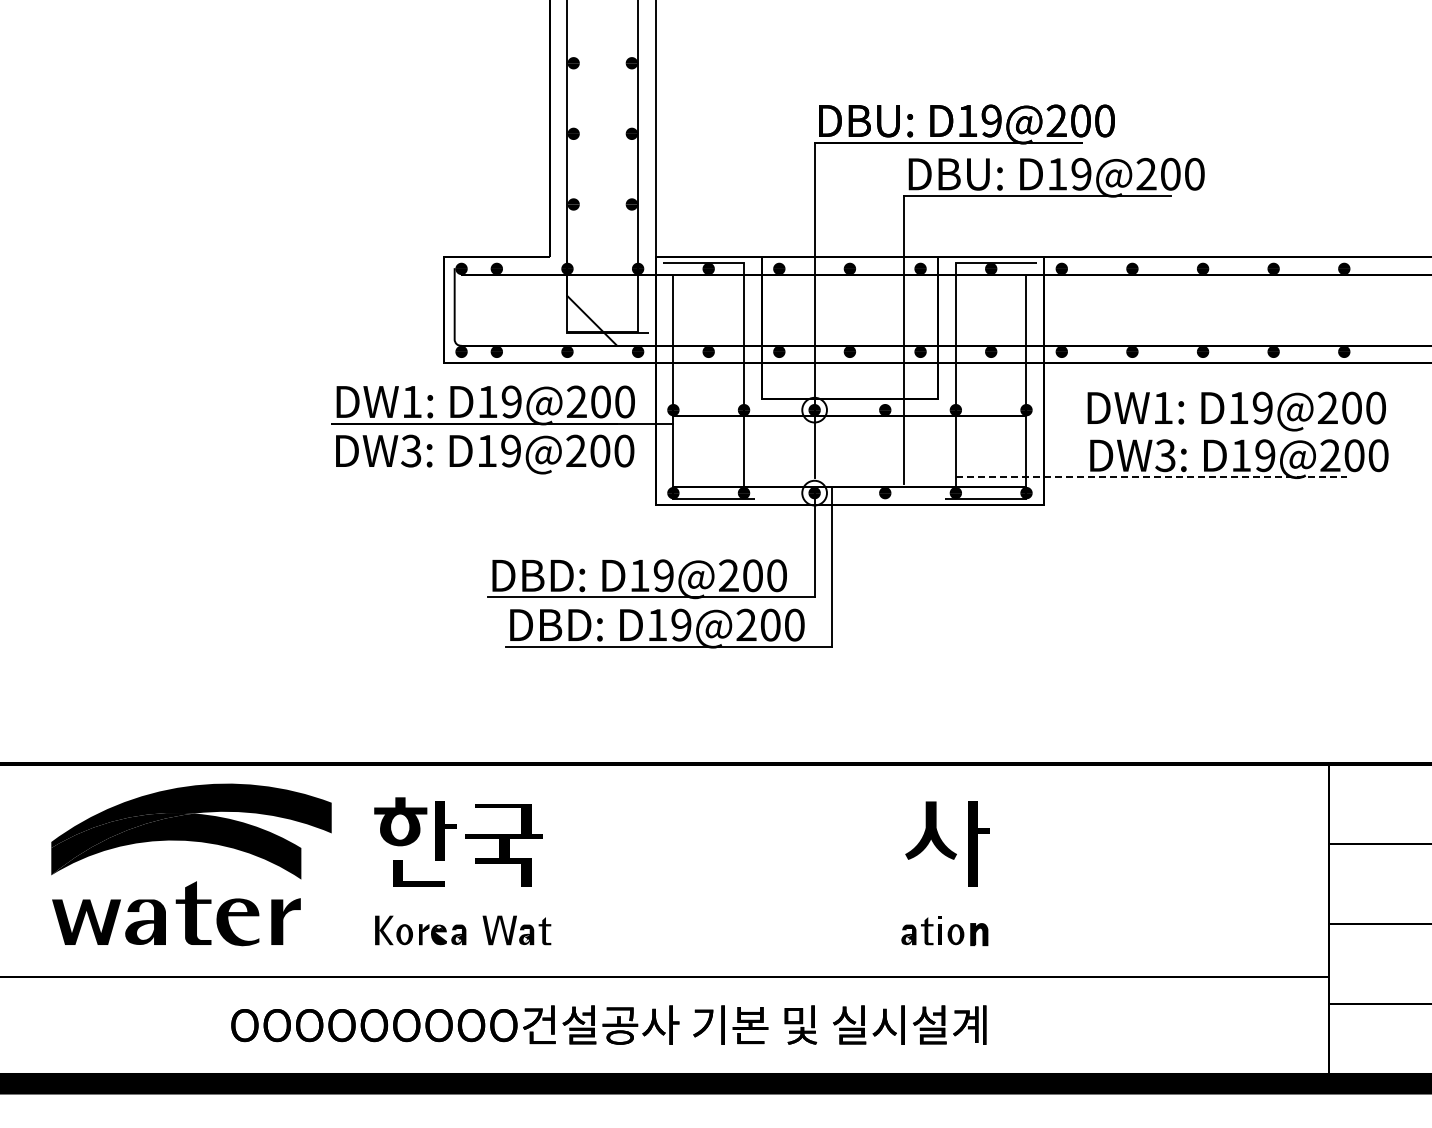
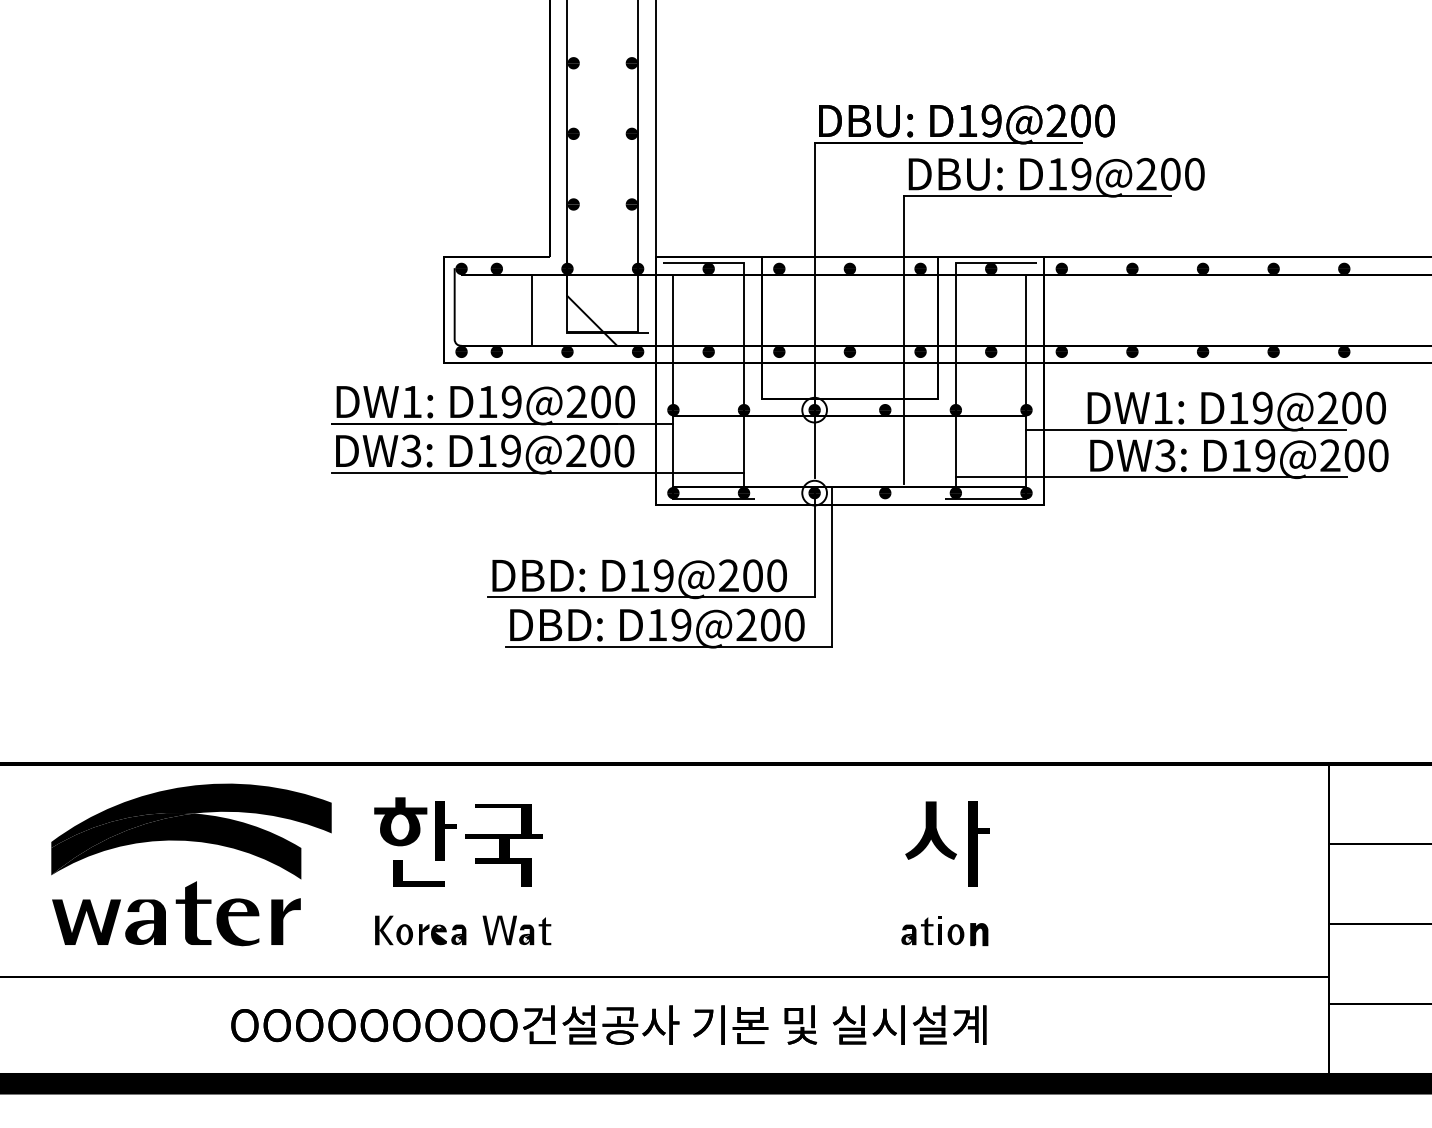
line at (532, 310): none -> present
line at (1185, 429): none -> present
line at (537, 472): none -> present
line at (1151, 477): dashed -> solid
